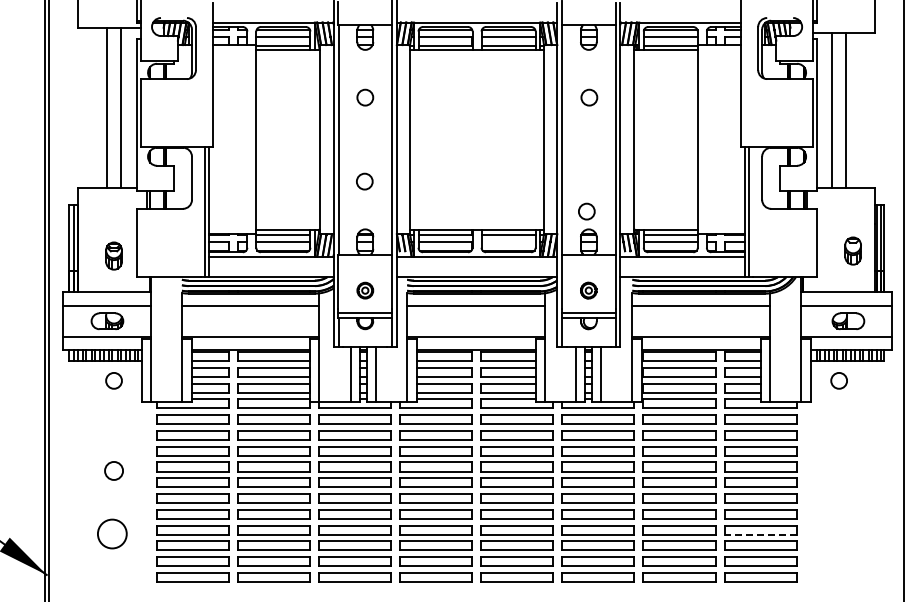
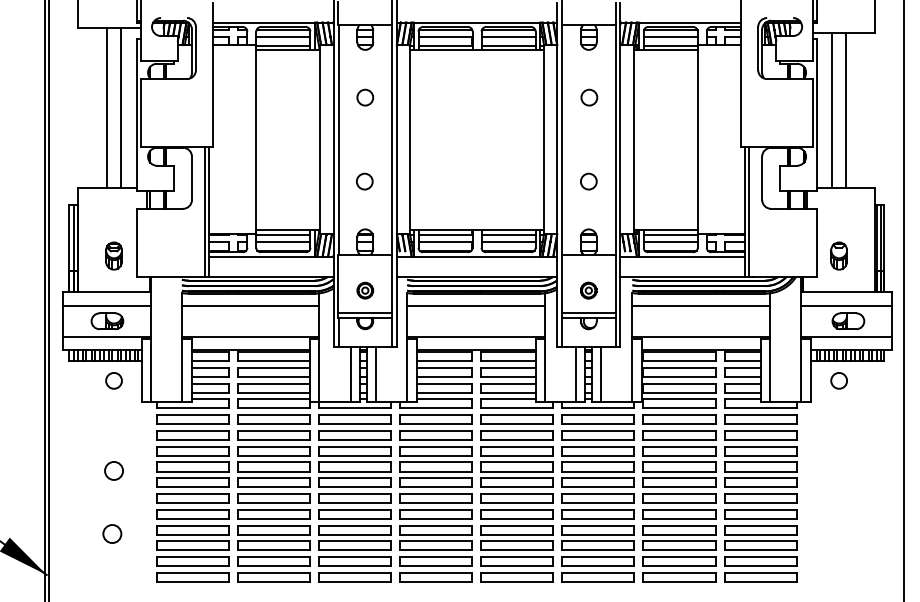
circle at (586, 211) position: (586, 211) -> (588, 181)
line at (508, 241): none -> present
part at (852, 250) position: (852, 250) -> (838, 255)
circle at (111, 533) diameter: 29 px -> 18 px
line at (760, 534): dashed -> solid
